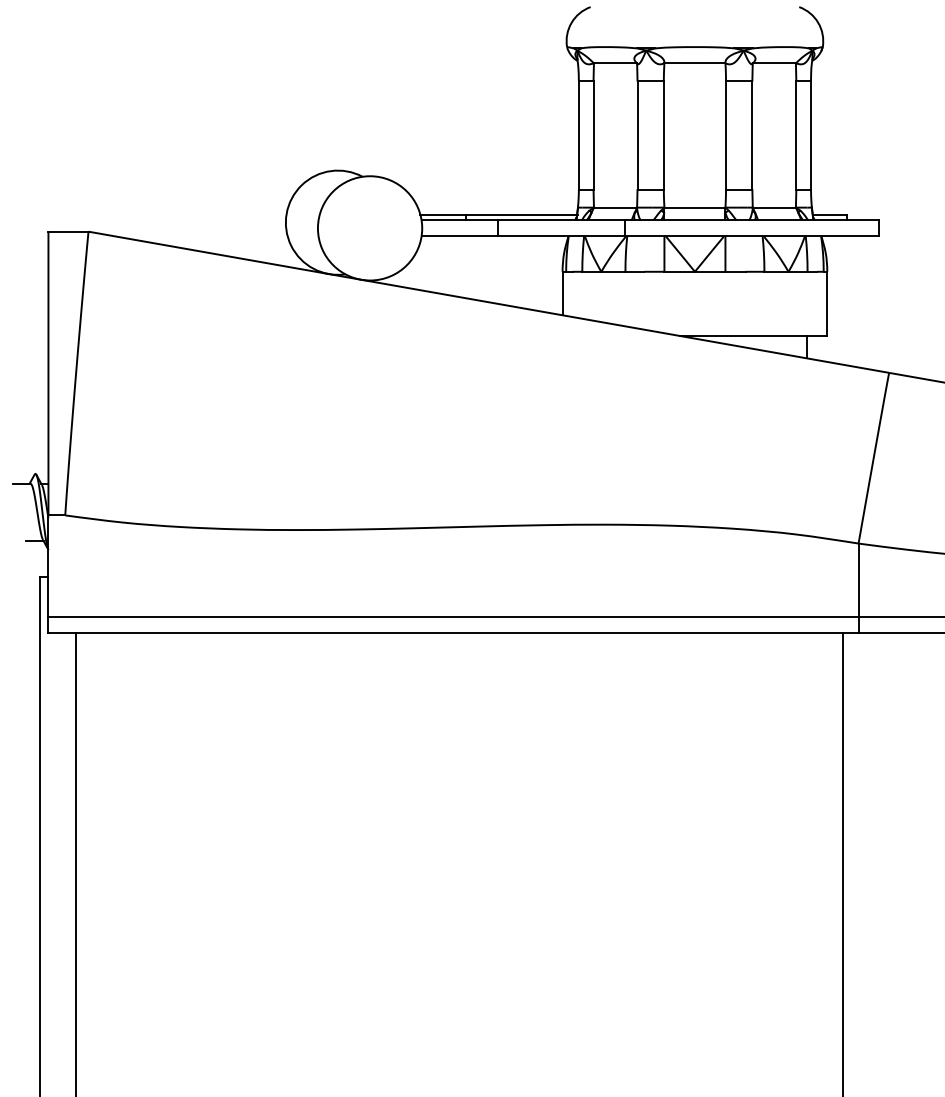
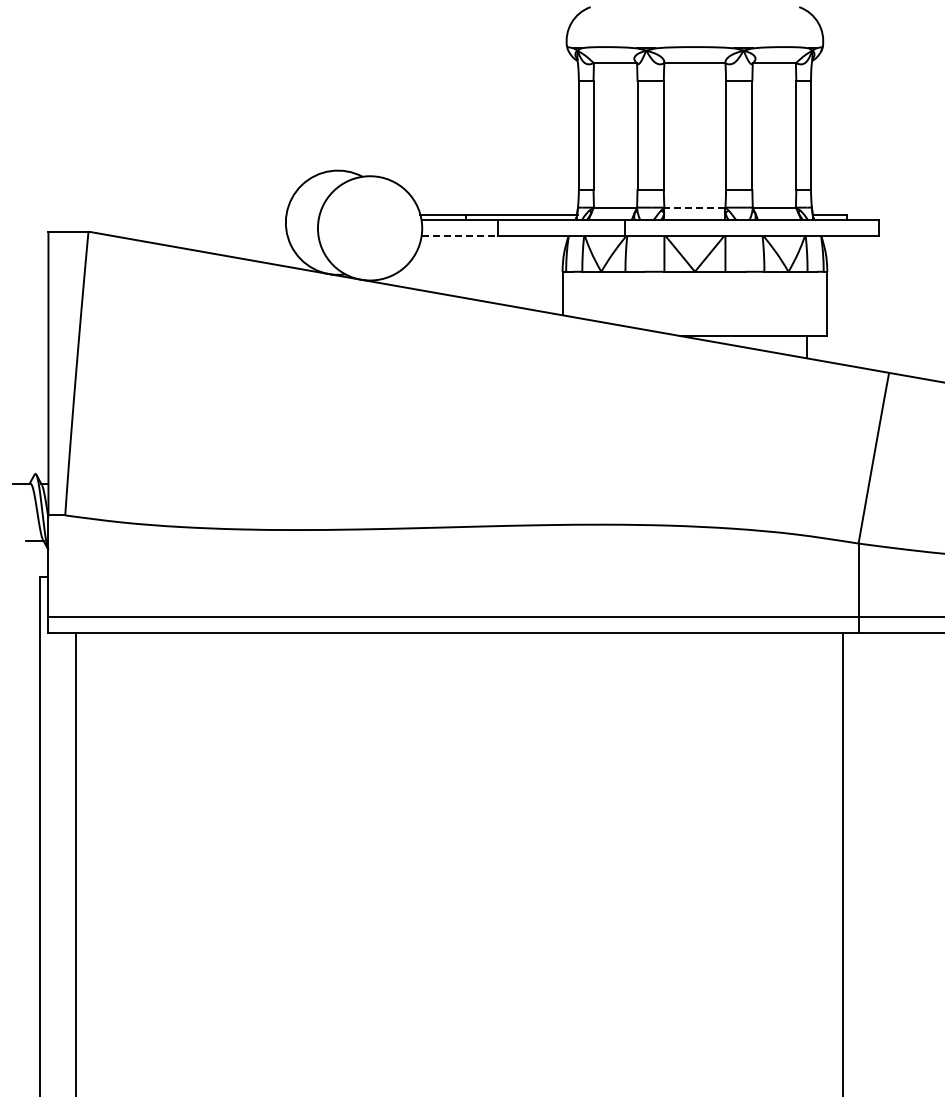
line at (694, 207): solid -> dashed
line at (460, 236): solid -> dashed
